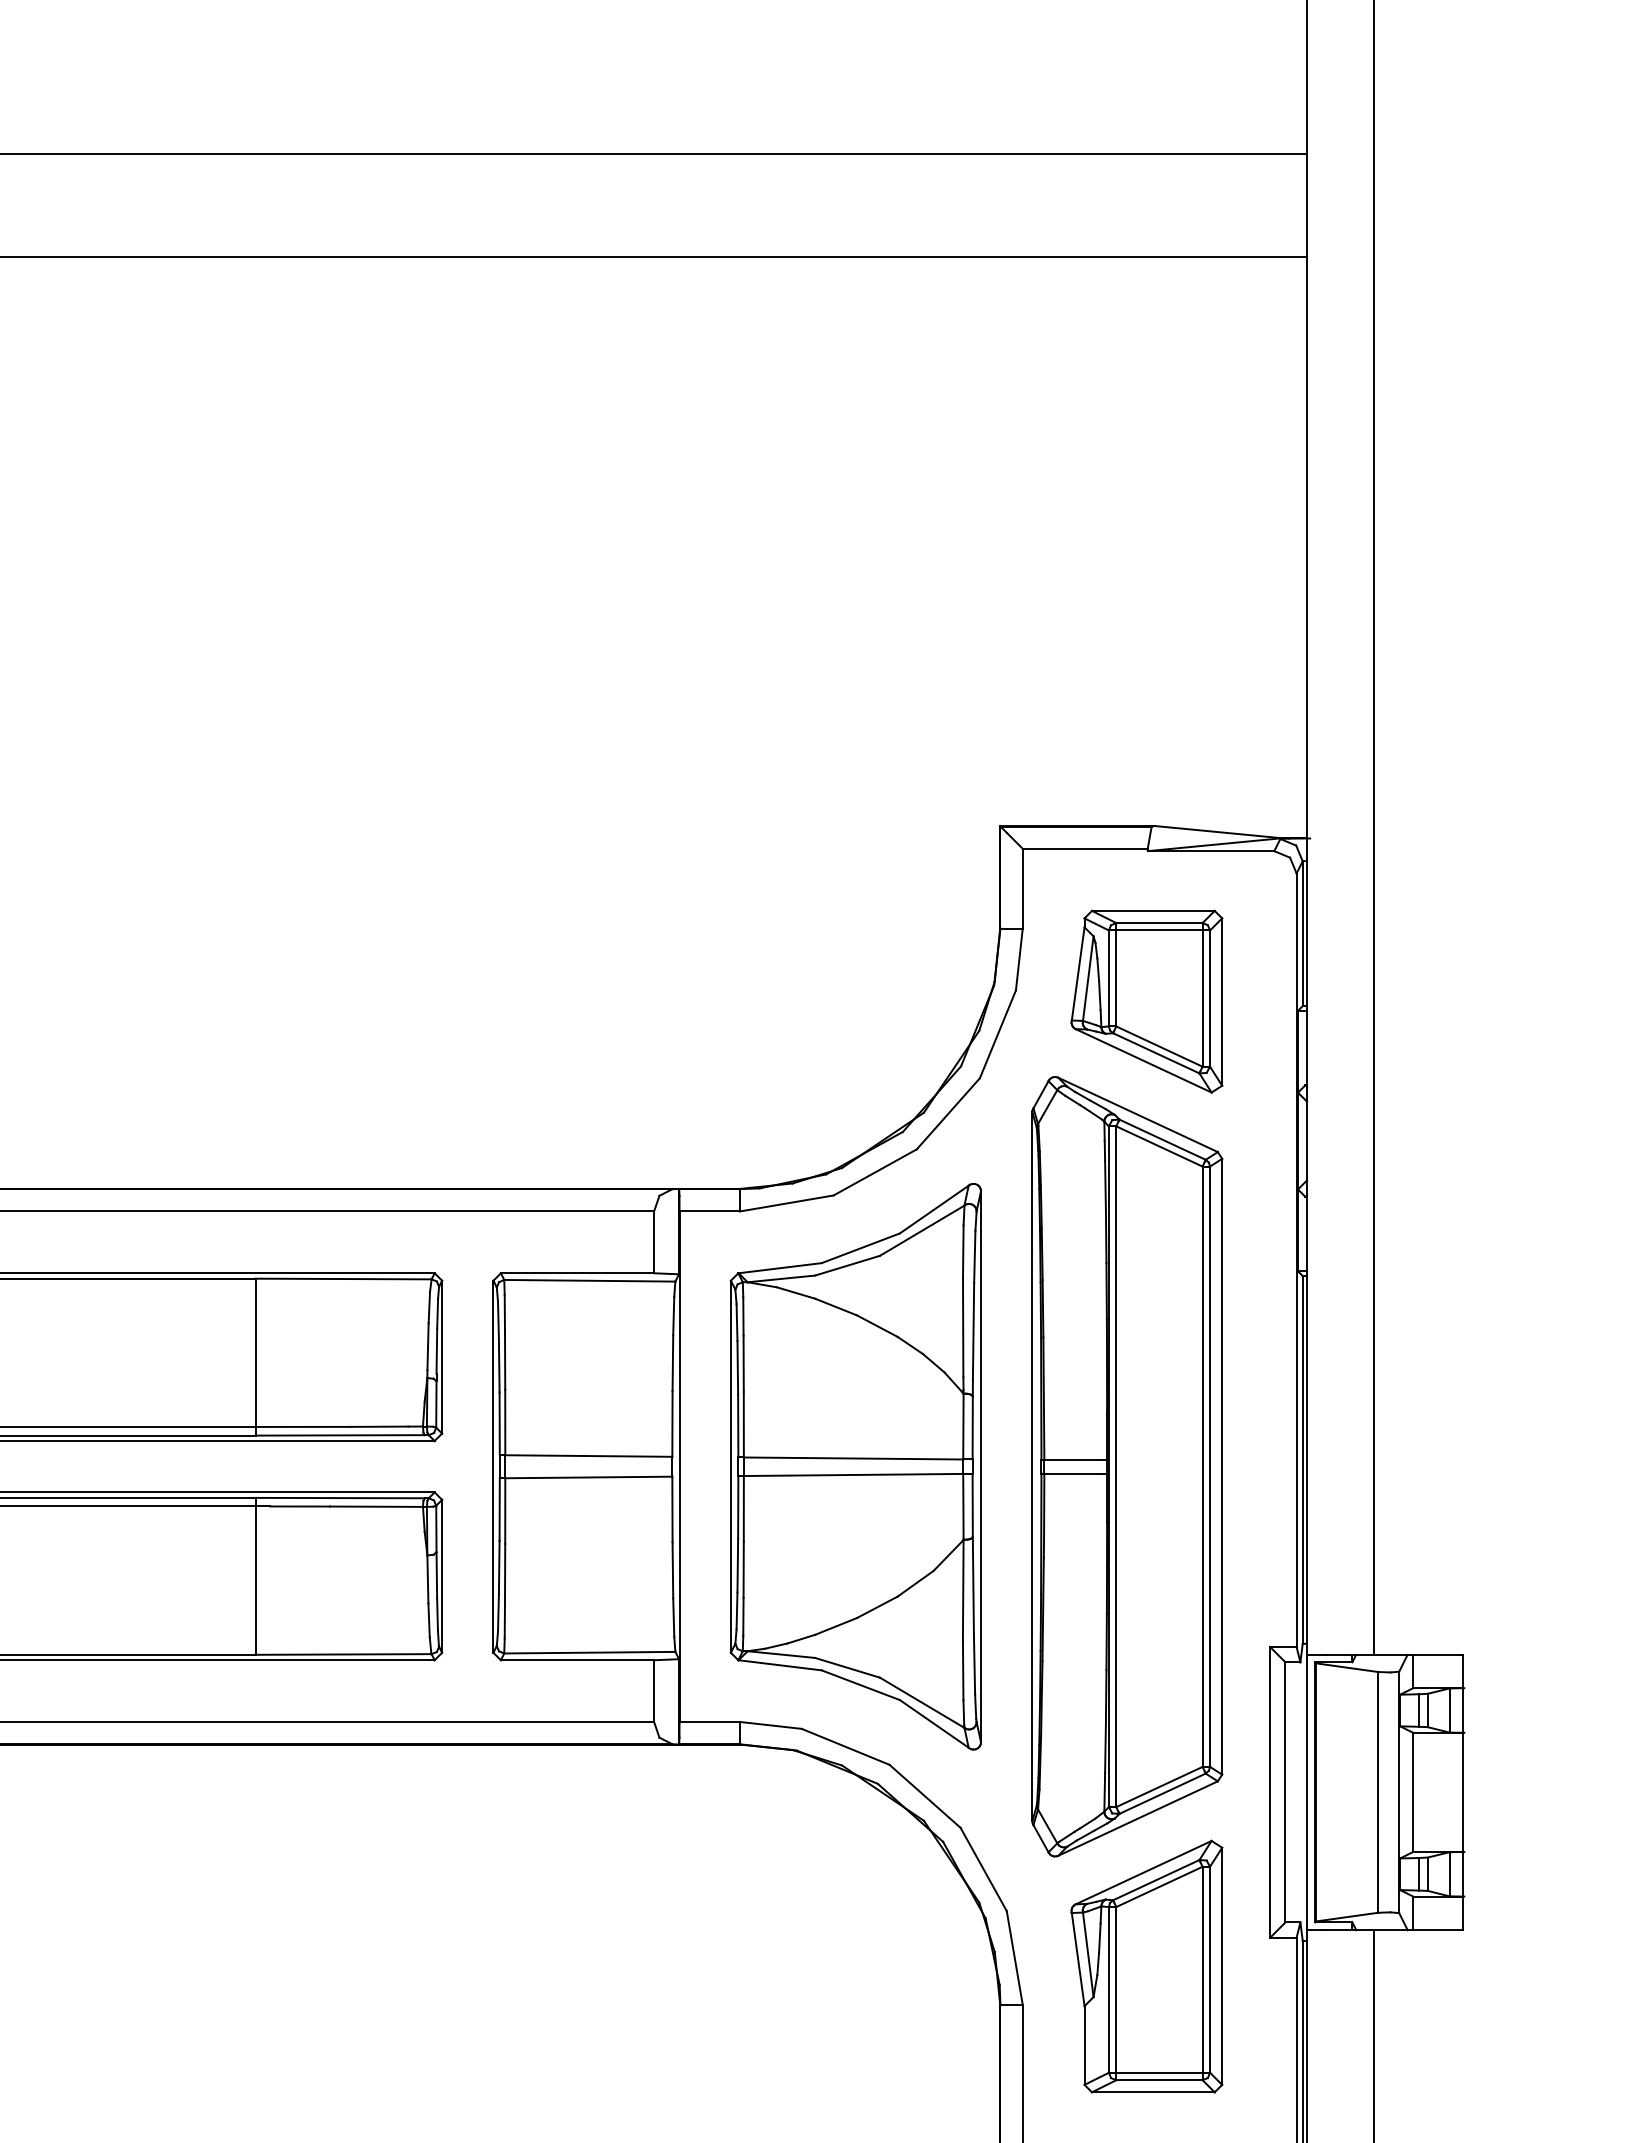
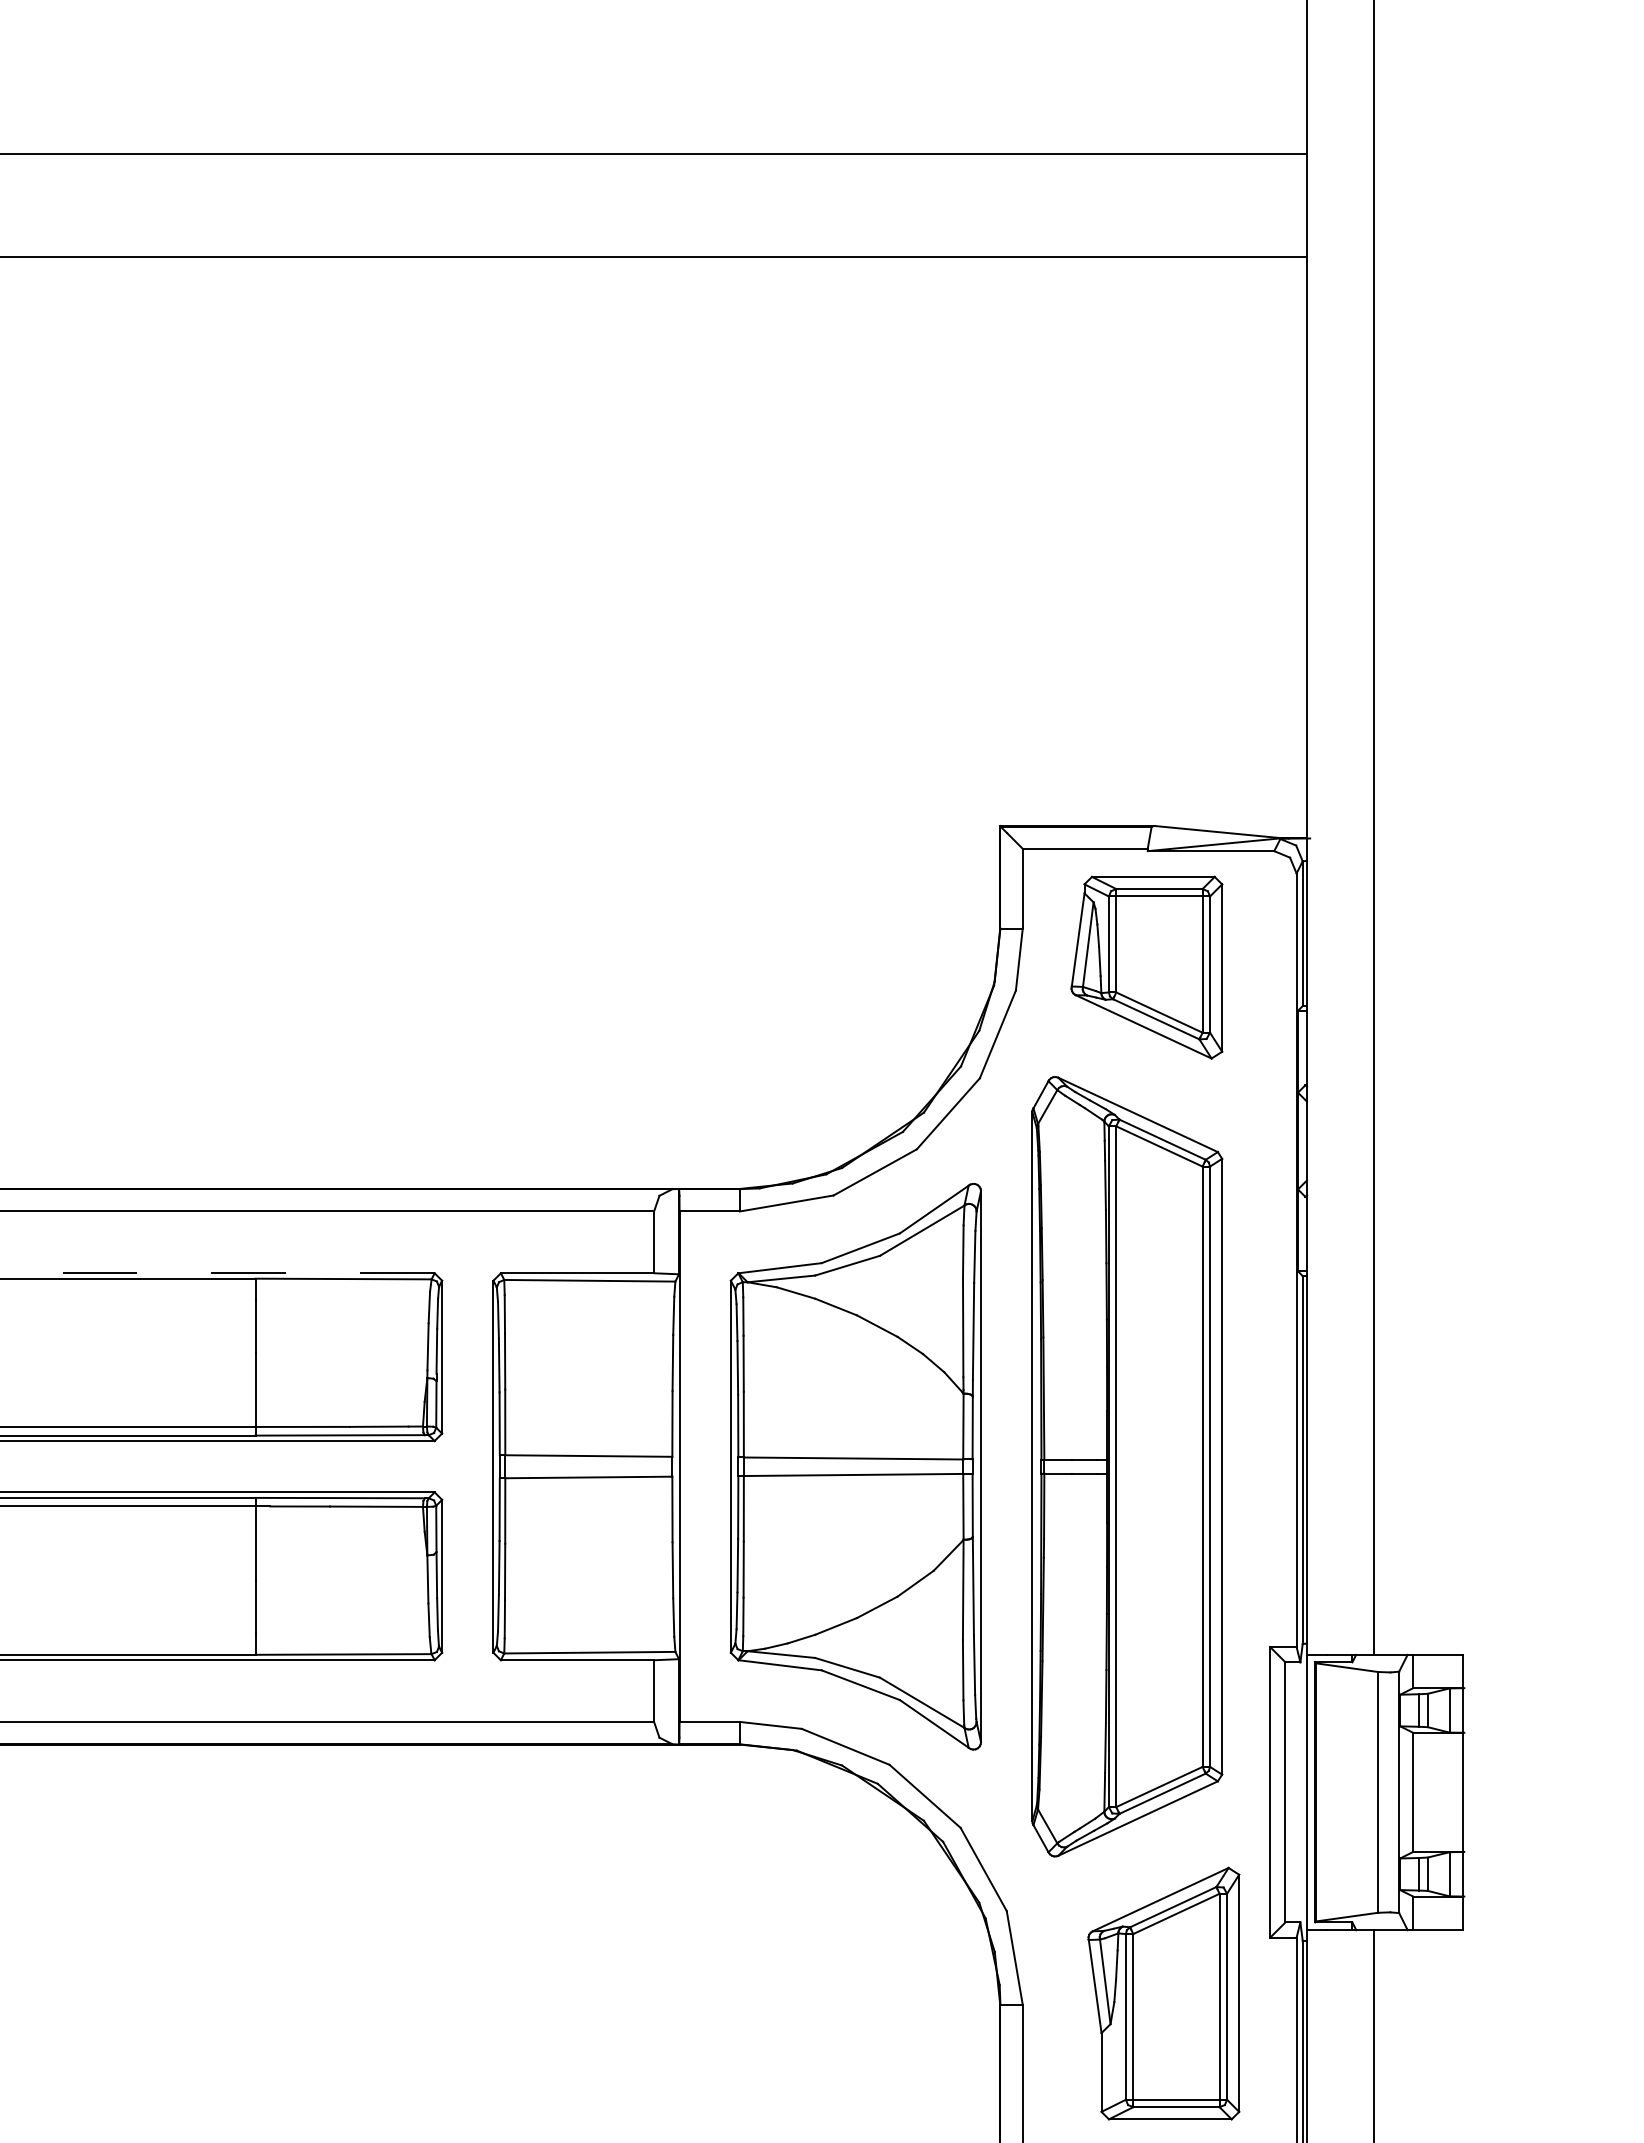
part at (1146, 1001) position: (1146, 1001) -> (1146, 967)
line at (217, 1273): solid -> dashed
part at (1146, 1966) position: (1146, 1966) -> (1163, 1993)
